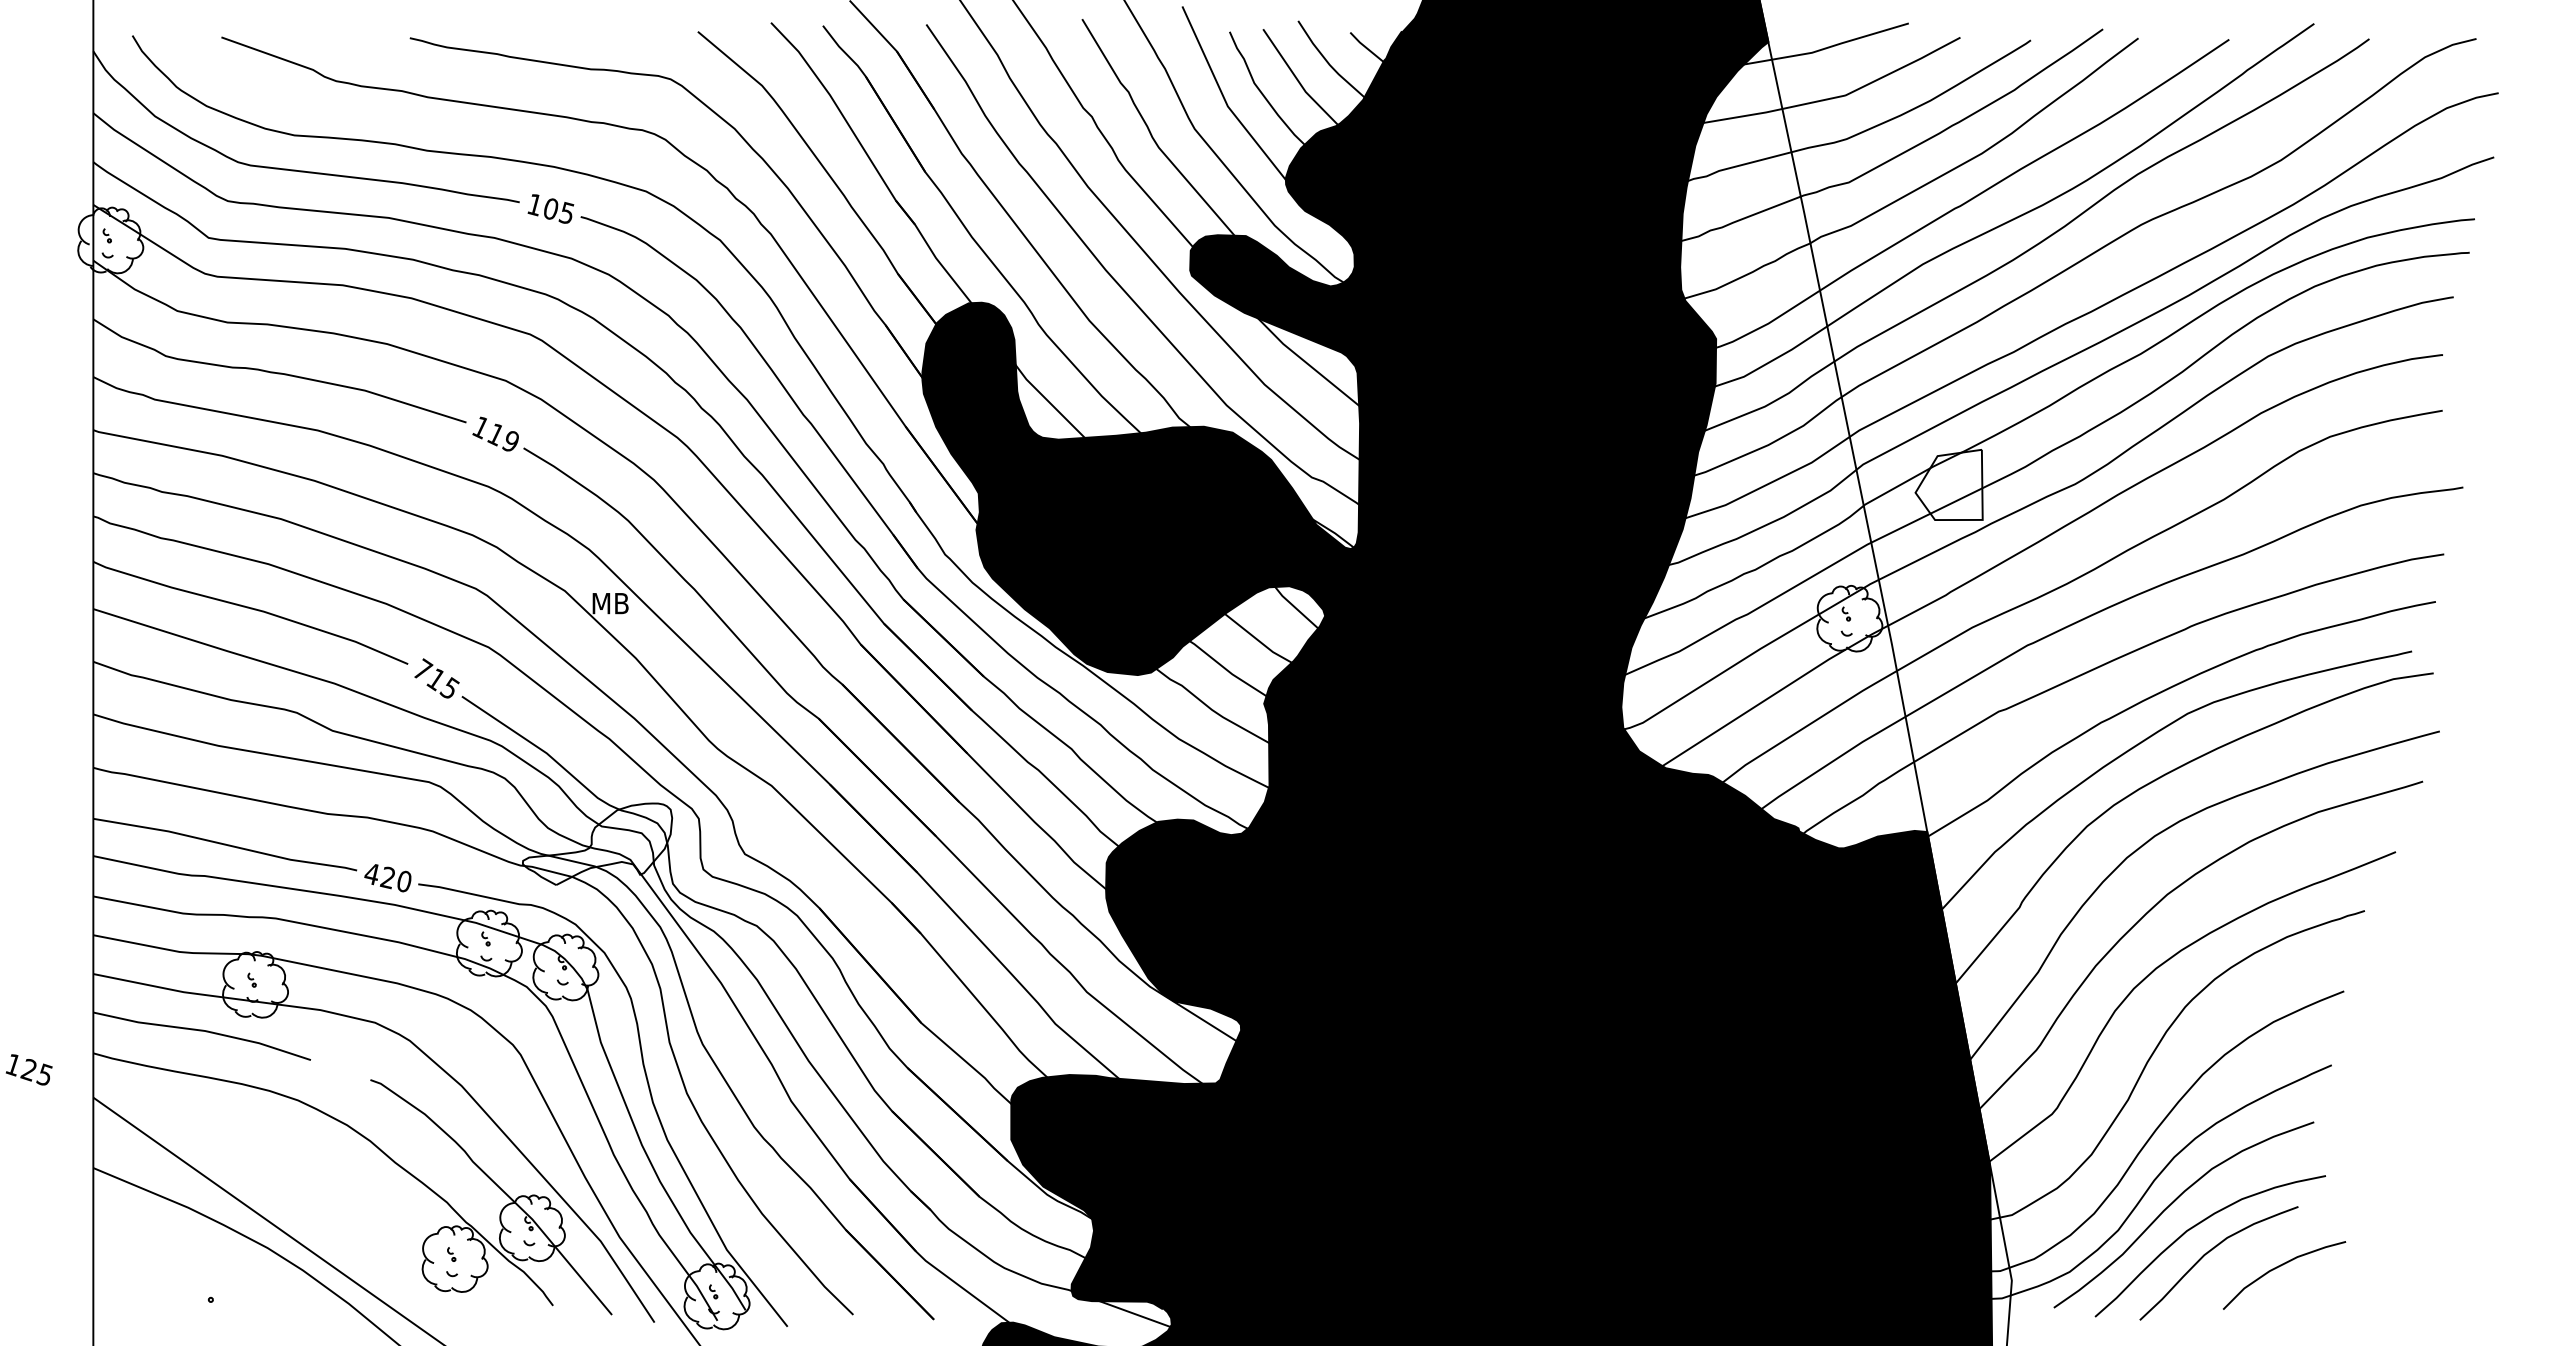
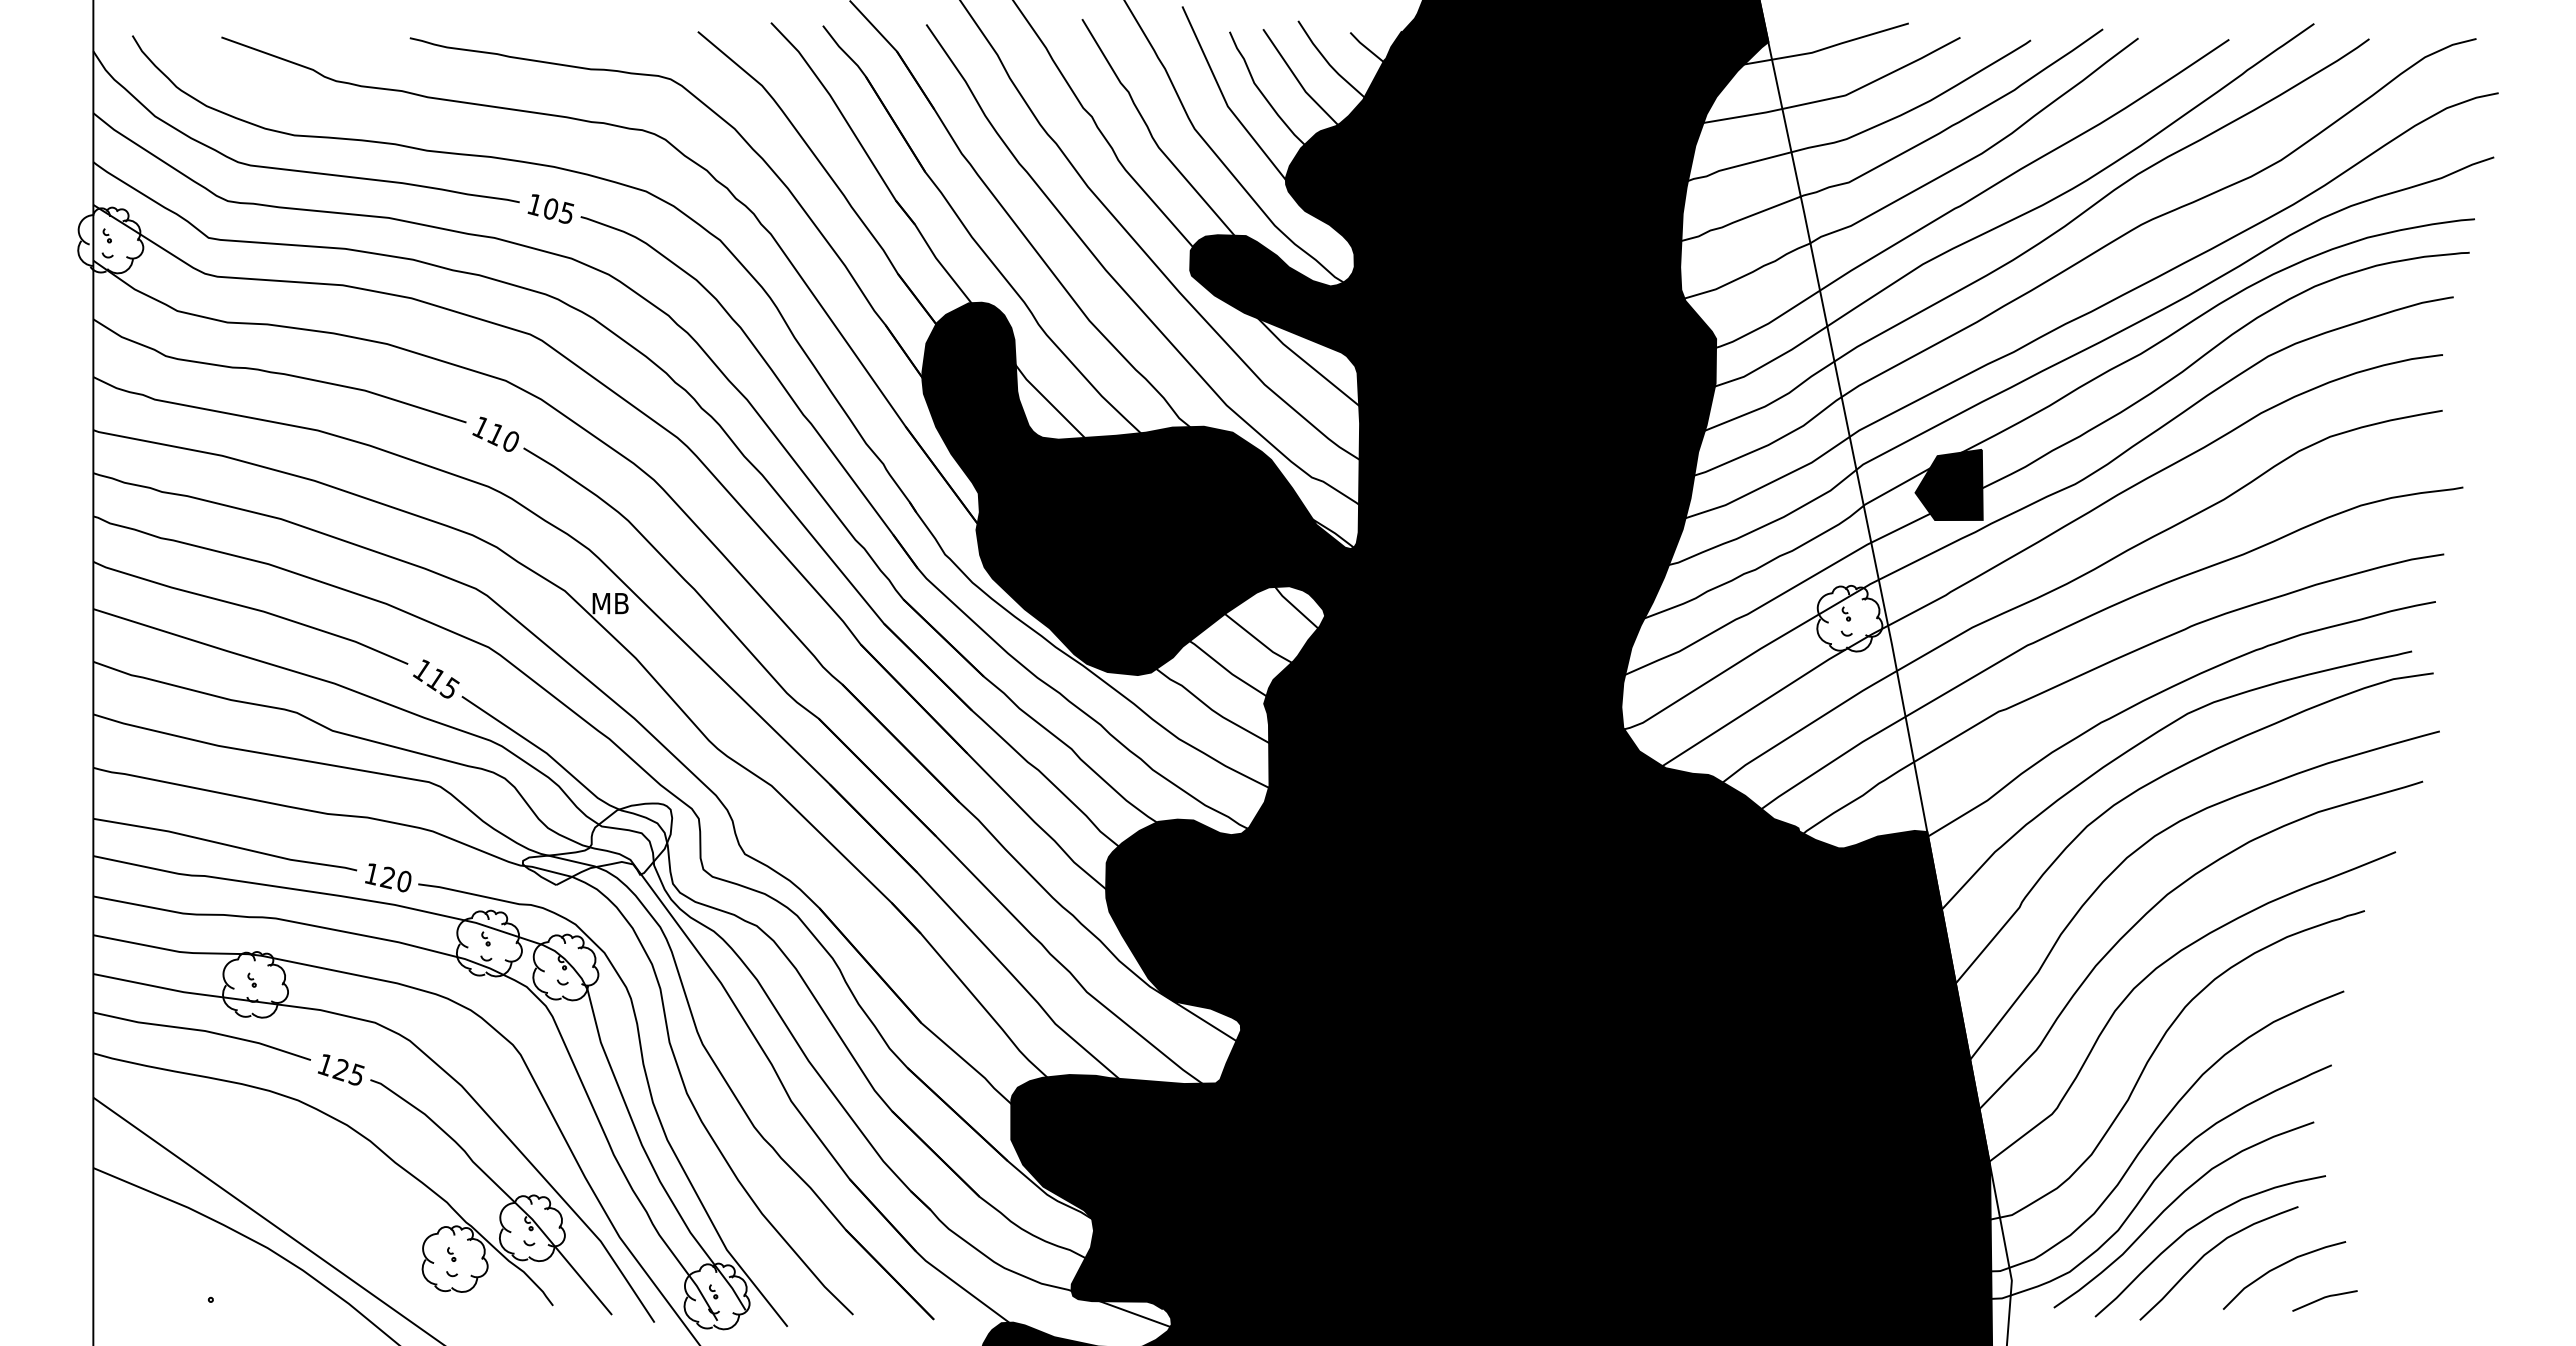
text at (510, 441): 119 -> 110
fill at (1948, 484): none -> present
text at (423, 670): 715 -> 115
text at (371, 874): 420 -> 120
text at (28, 1069) position: (28, 1069) -> (340, 1069)
line at (2324, 1298): none -> present
